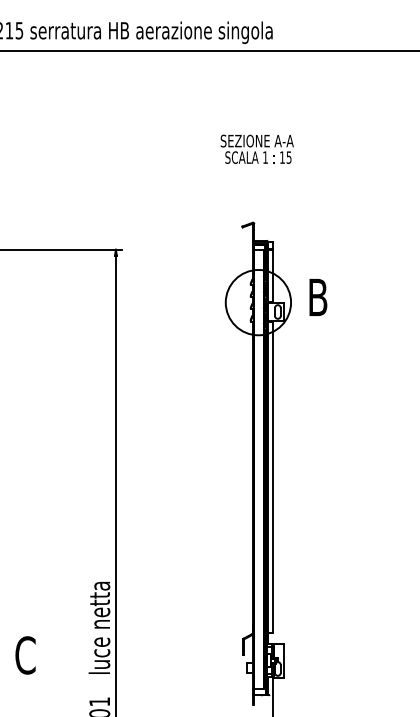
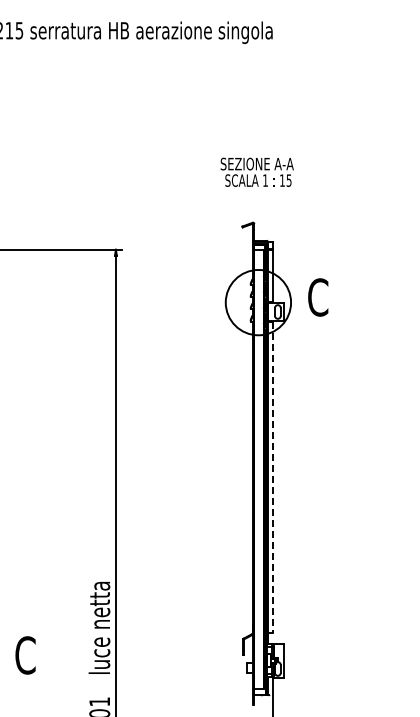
line at (209, 51): present -> none
text at (256, 148) position: (256, 148) -> (256, 171)
text at (318, 297): B -> C
line at (272, 477): solid -> dashed
